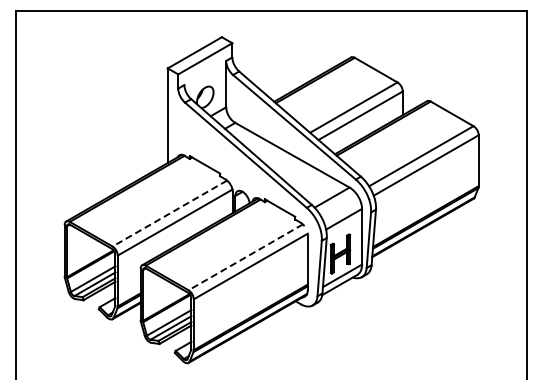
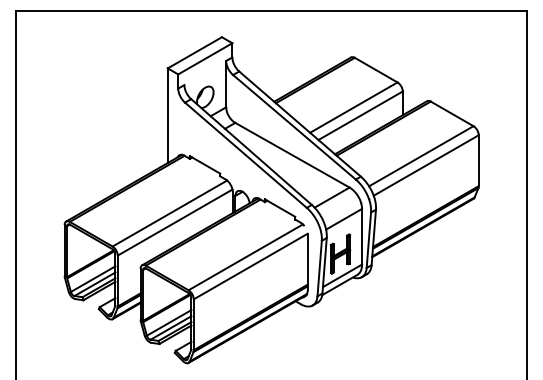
line at (169, 213): dashed -> solid
line at (245, 257): dashed -> solid
